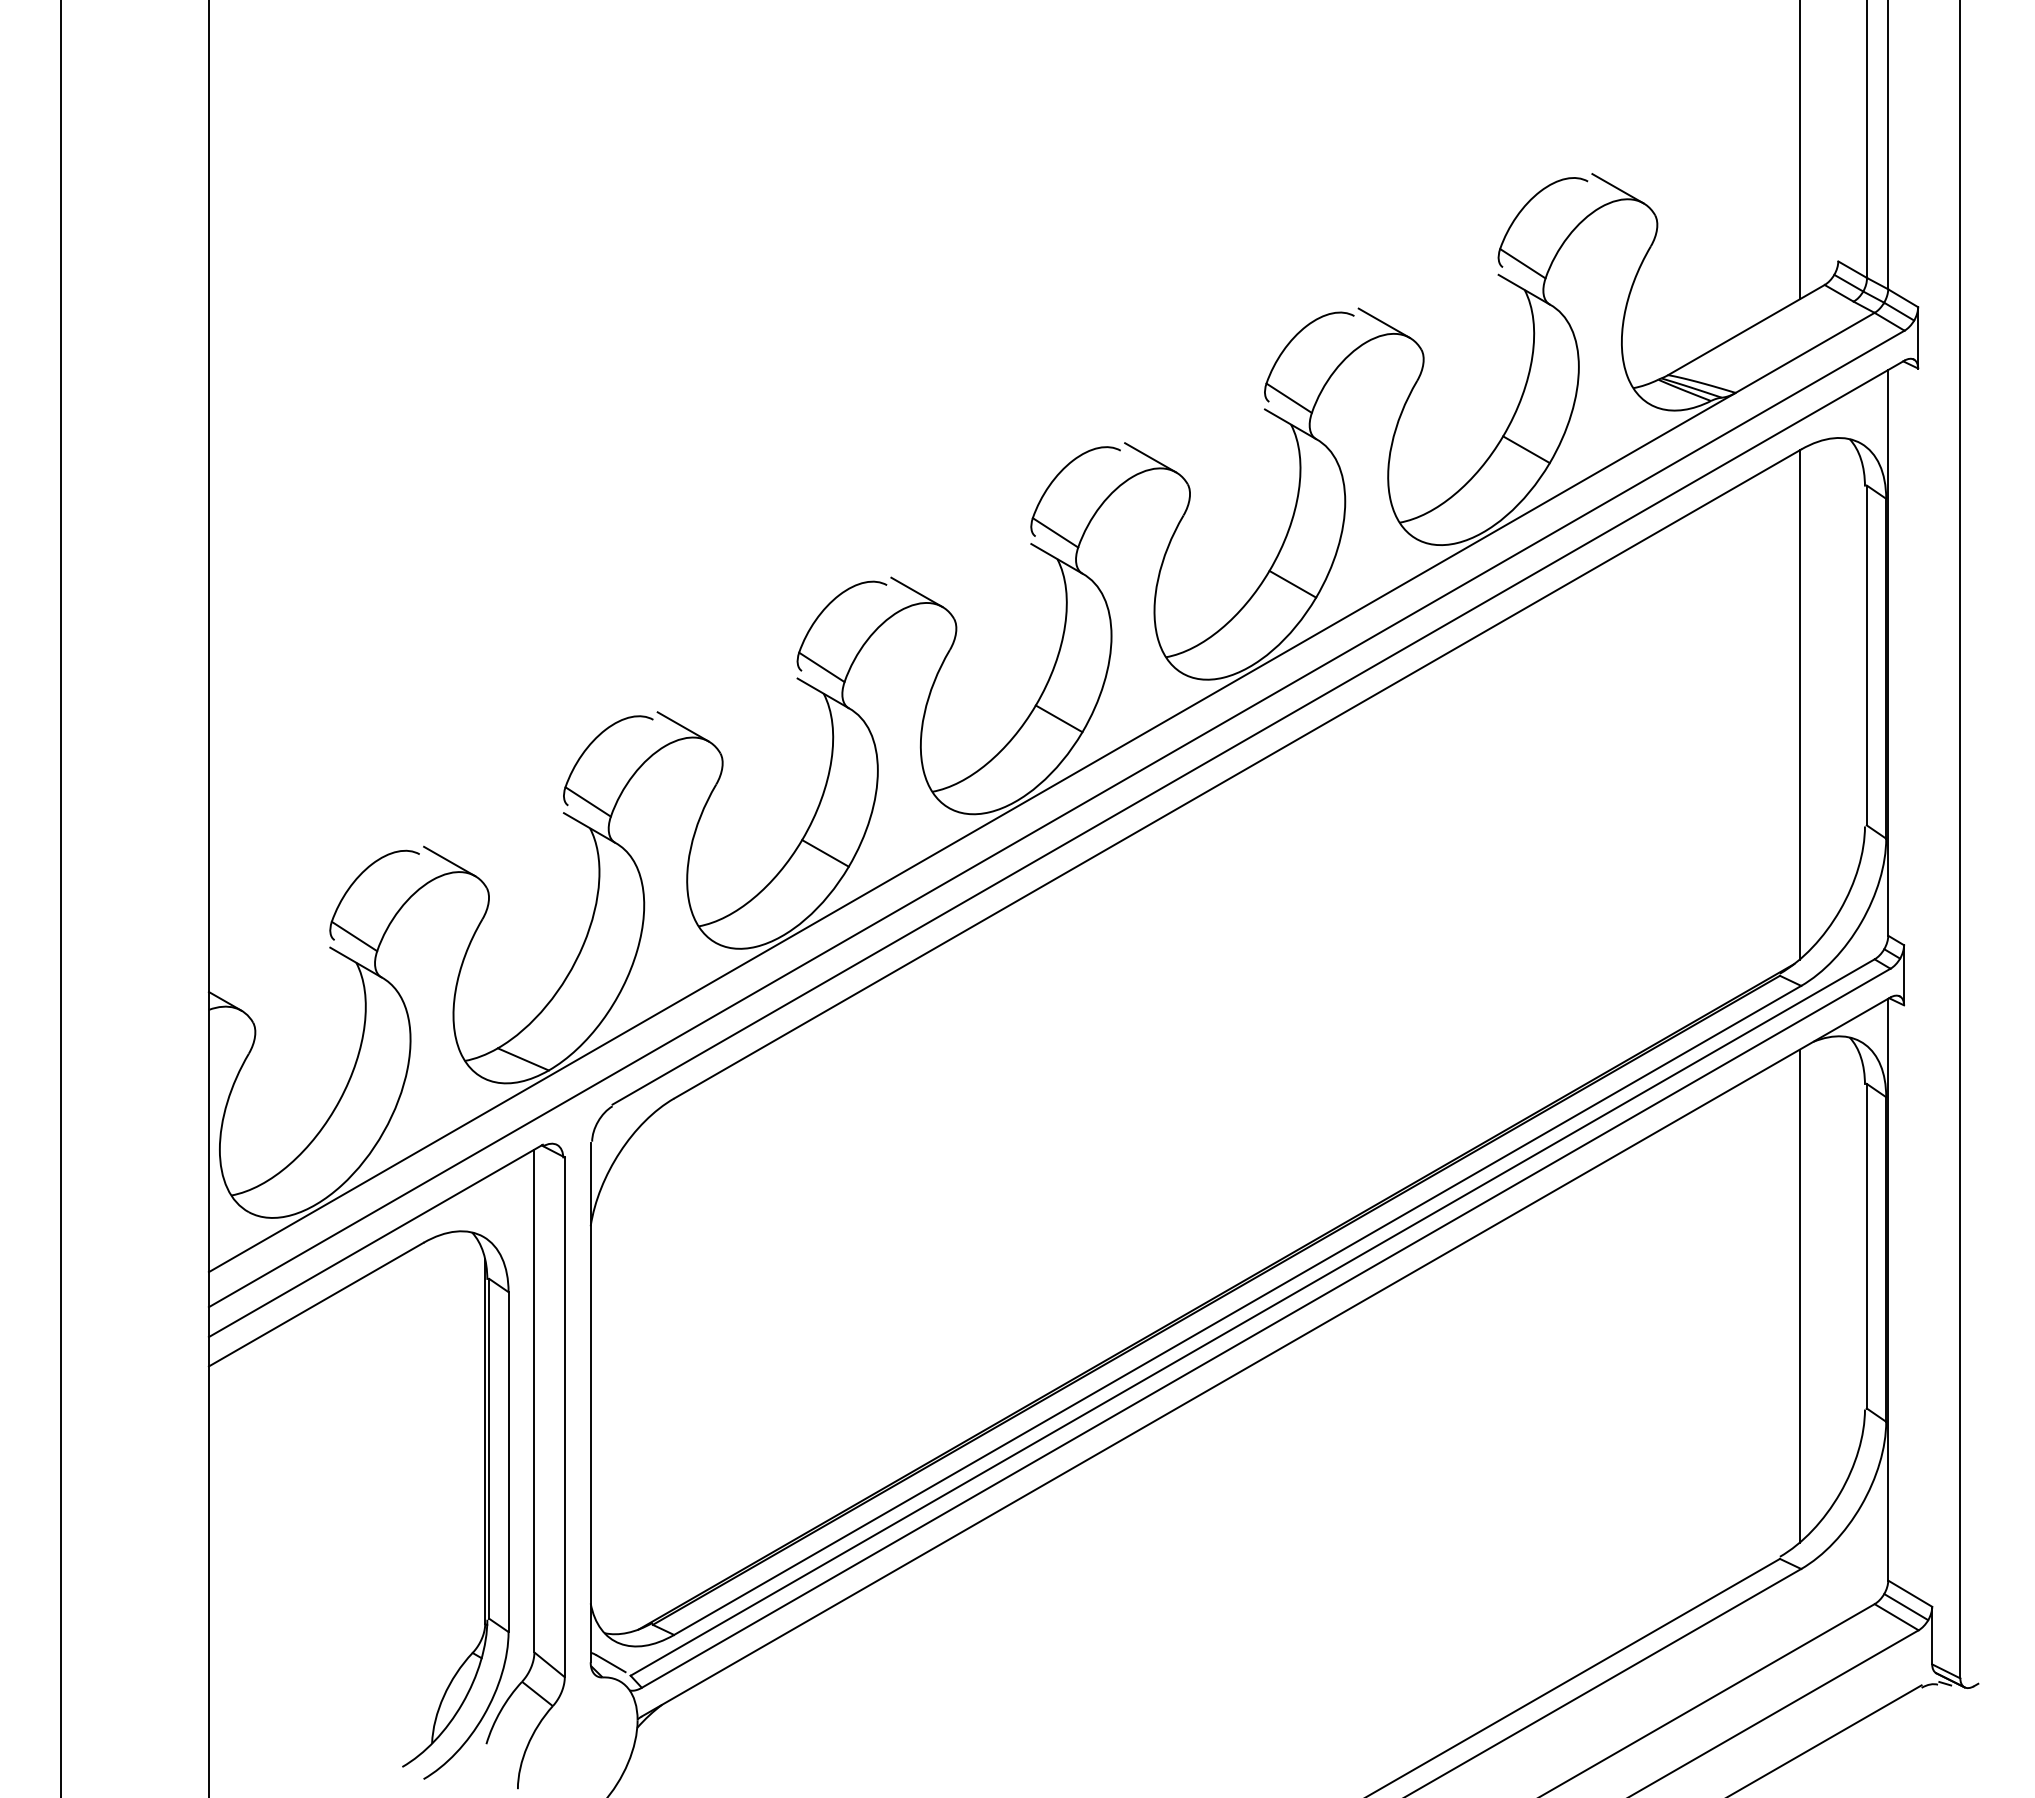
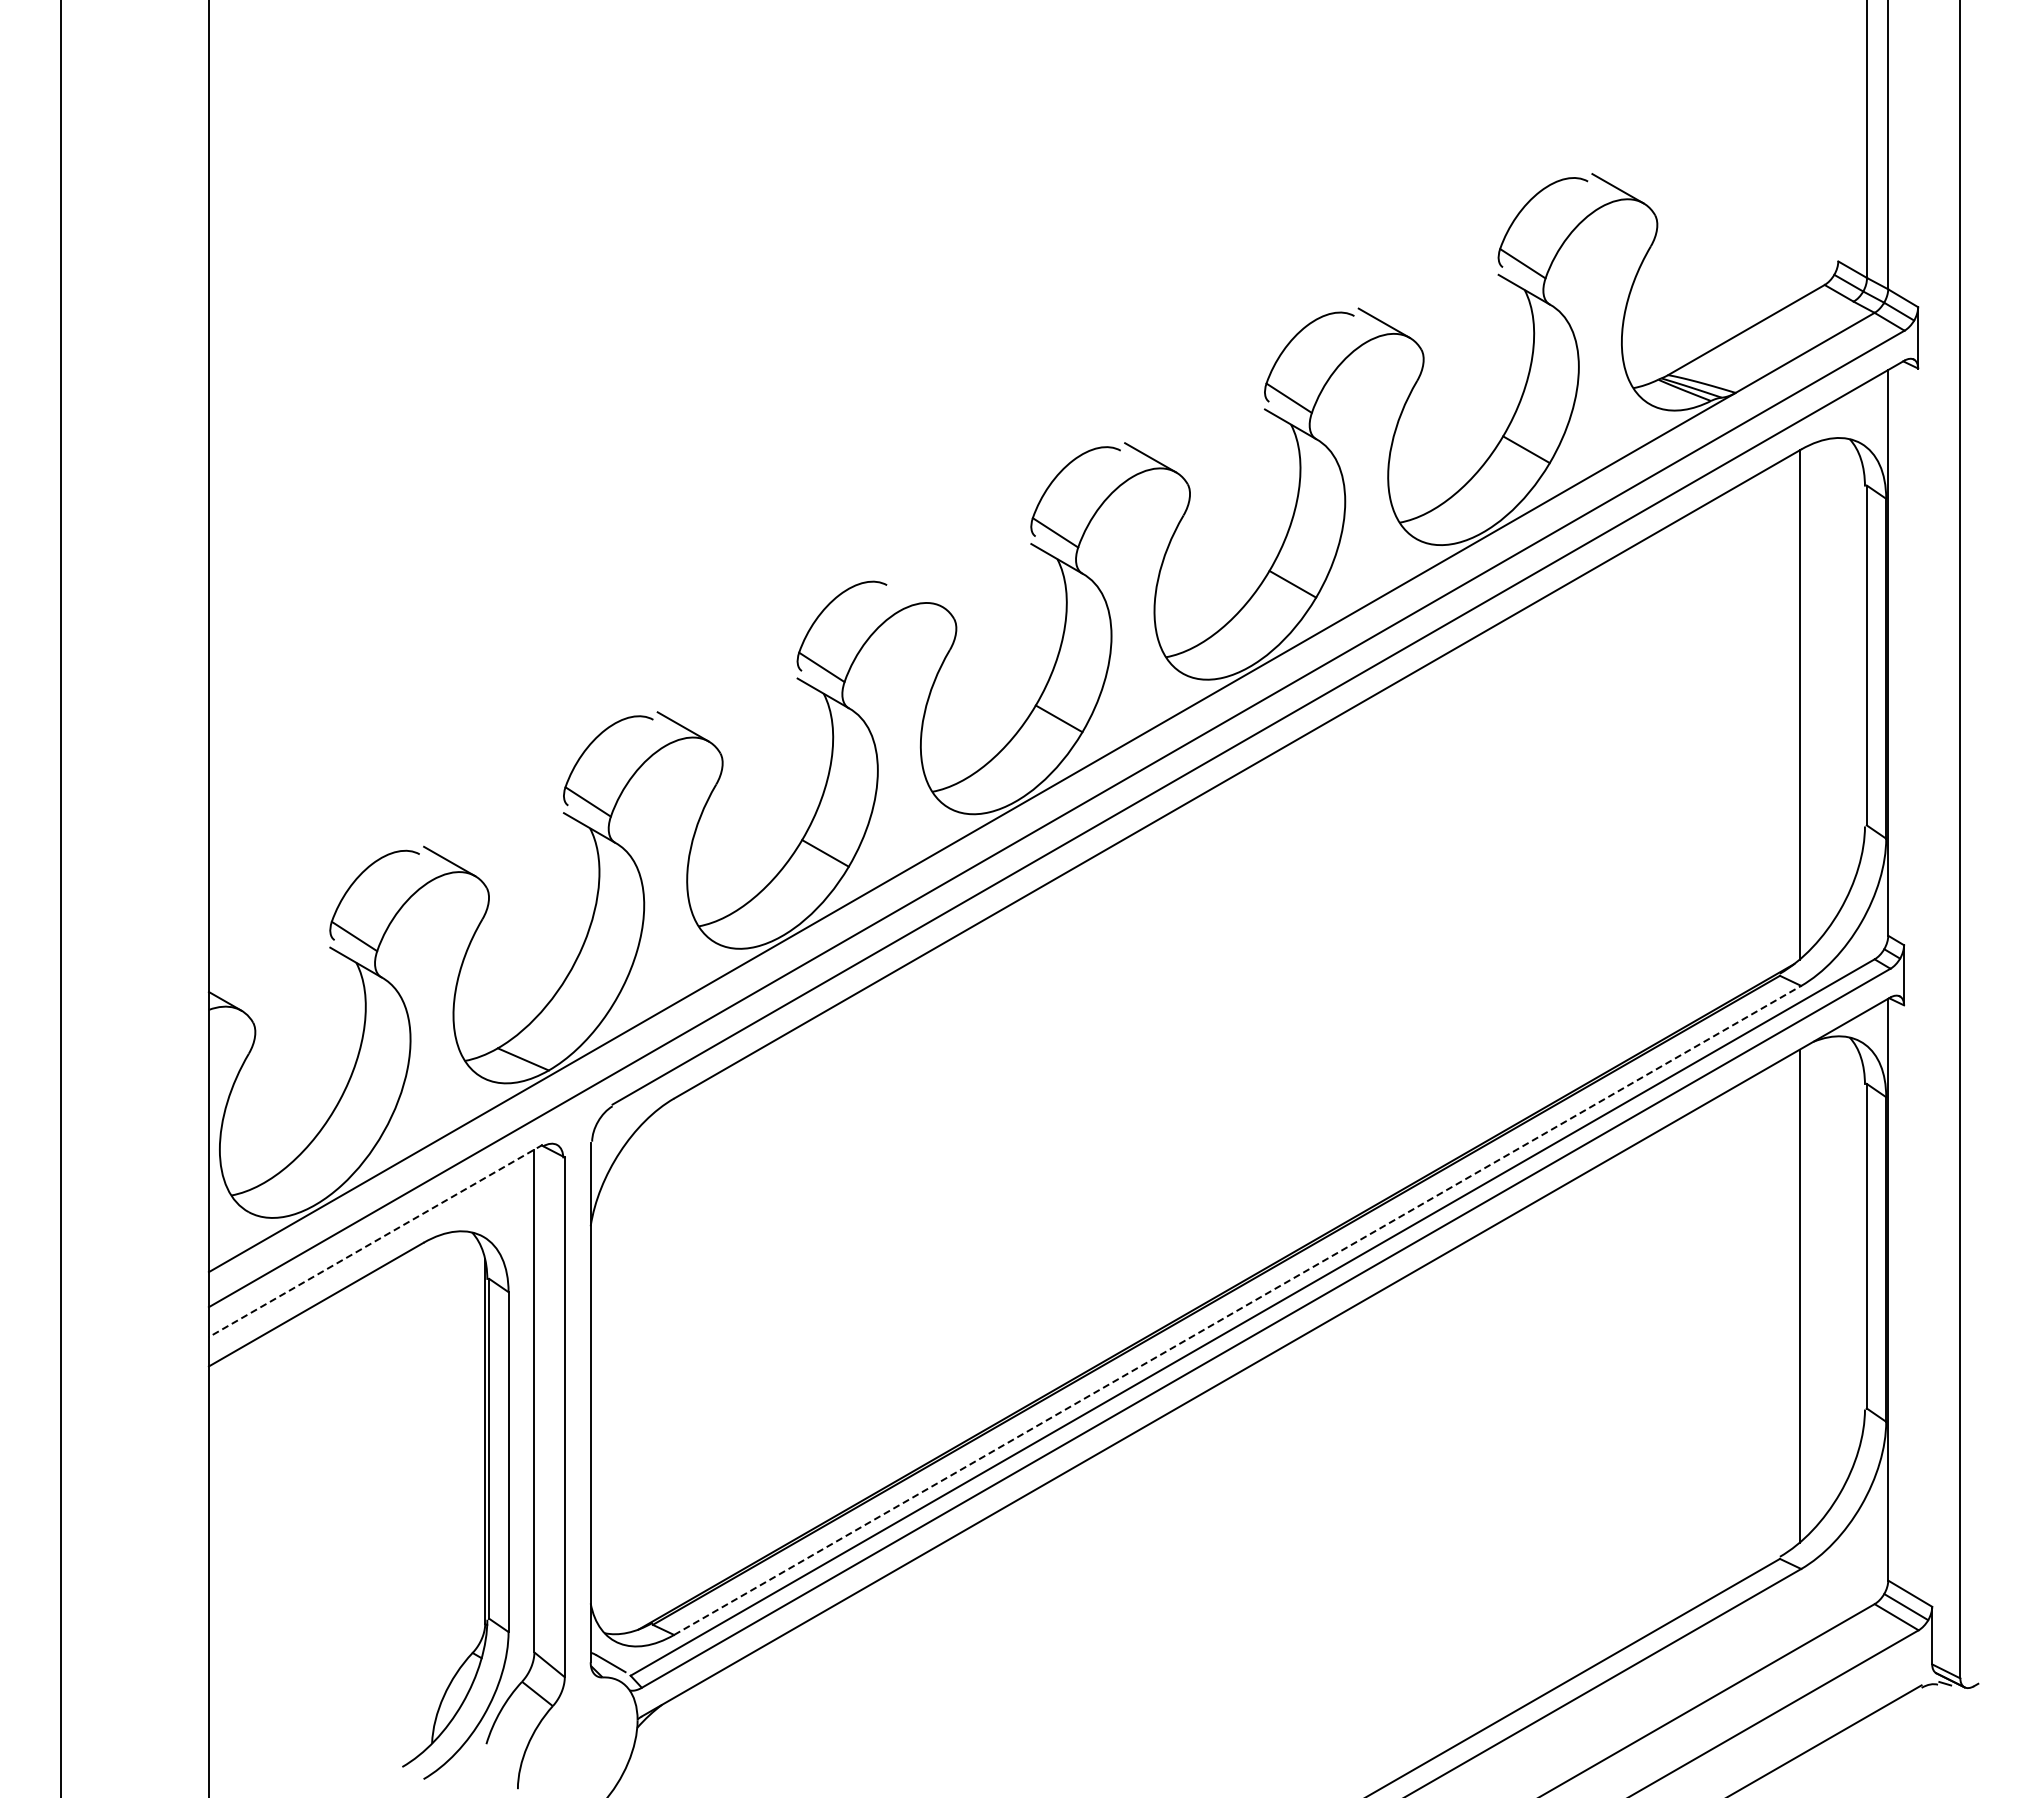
line at (1799, 150): present -> none
line at (916, 591): present -> none
line at (375, 1240): solid -> dashed
line at (1238, 1310): solid -> dashed
